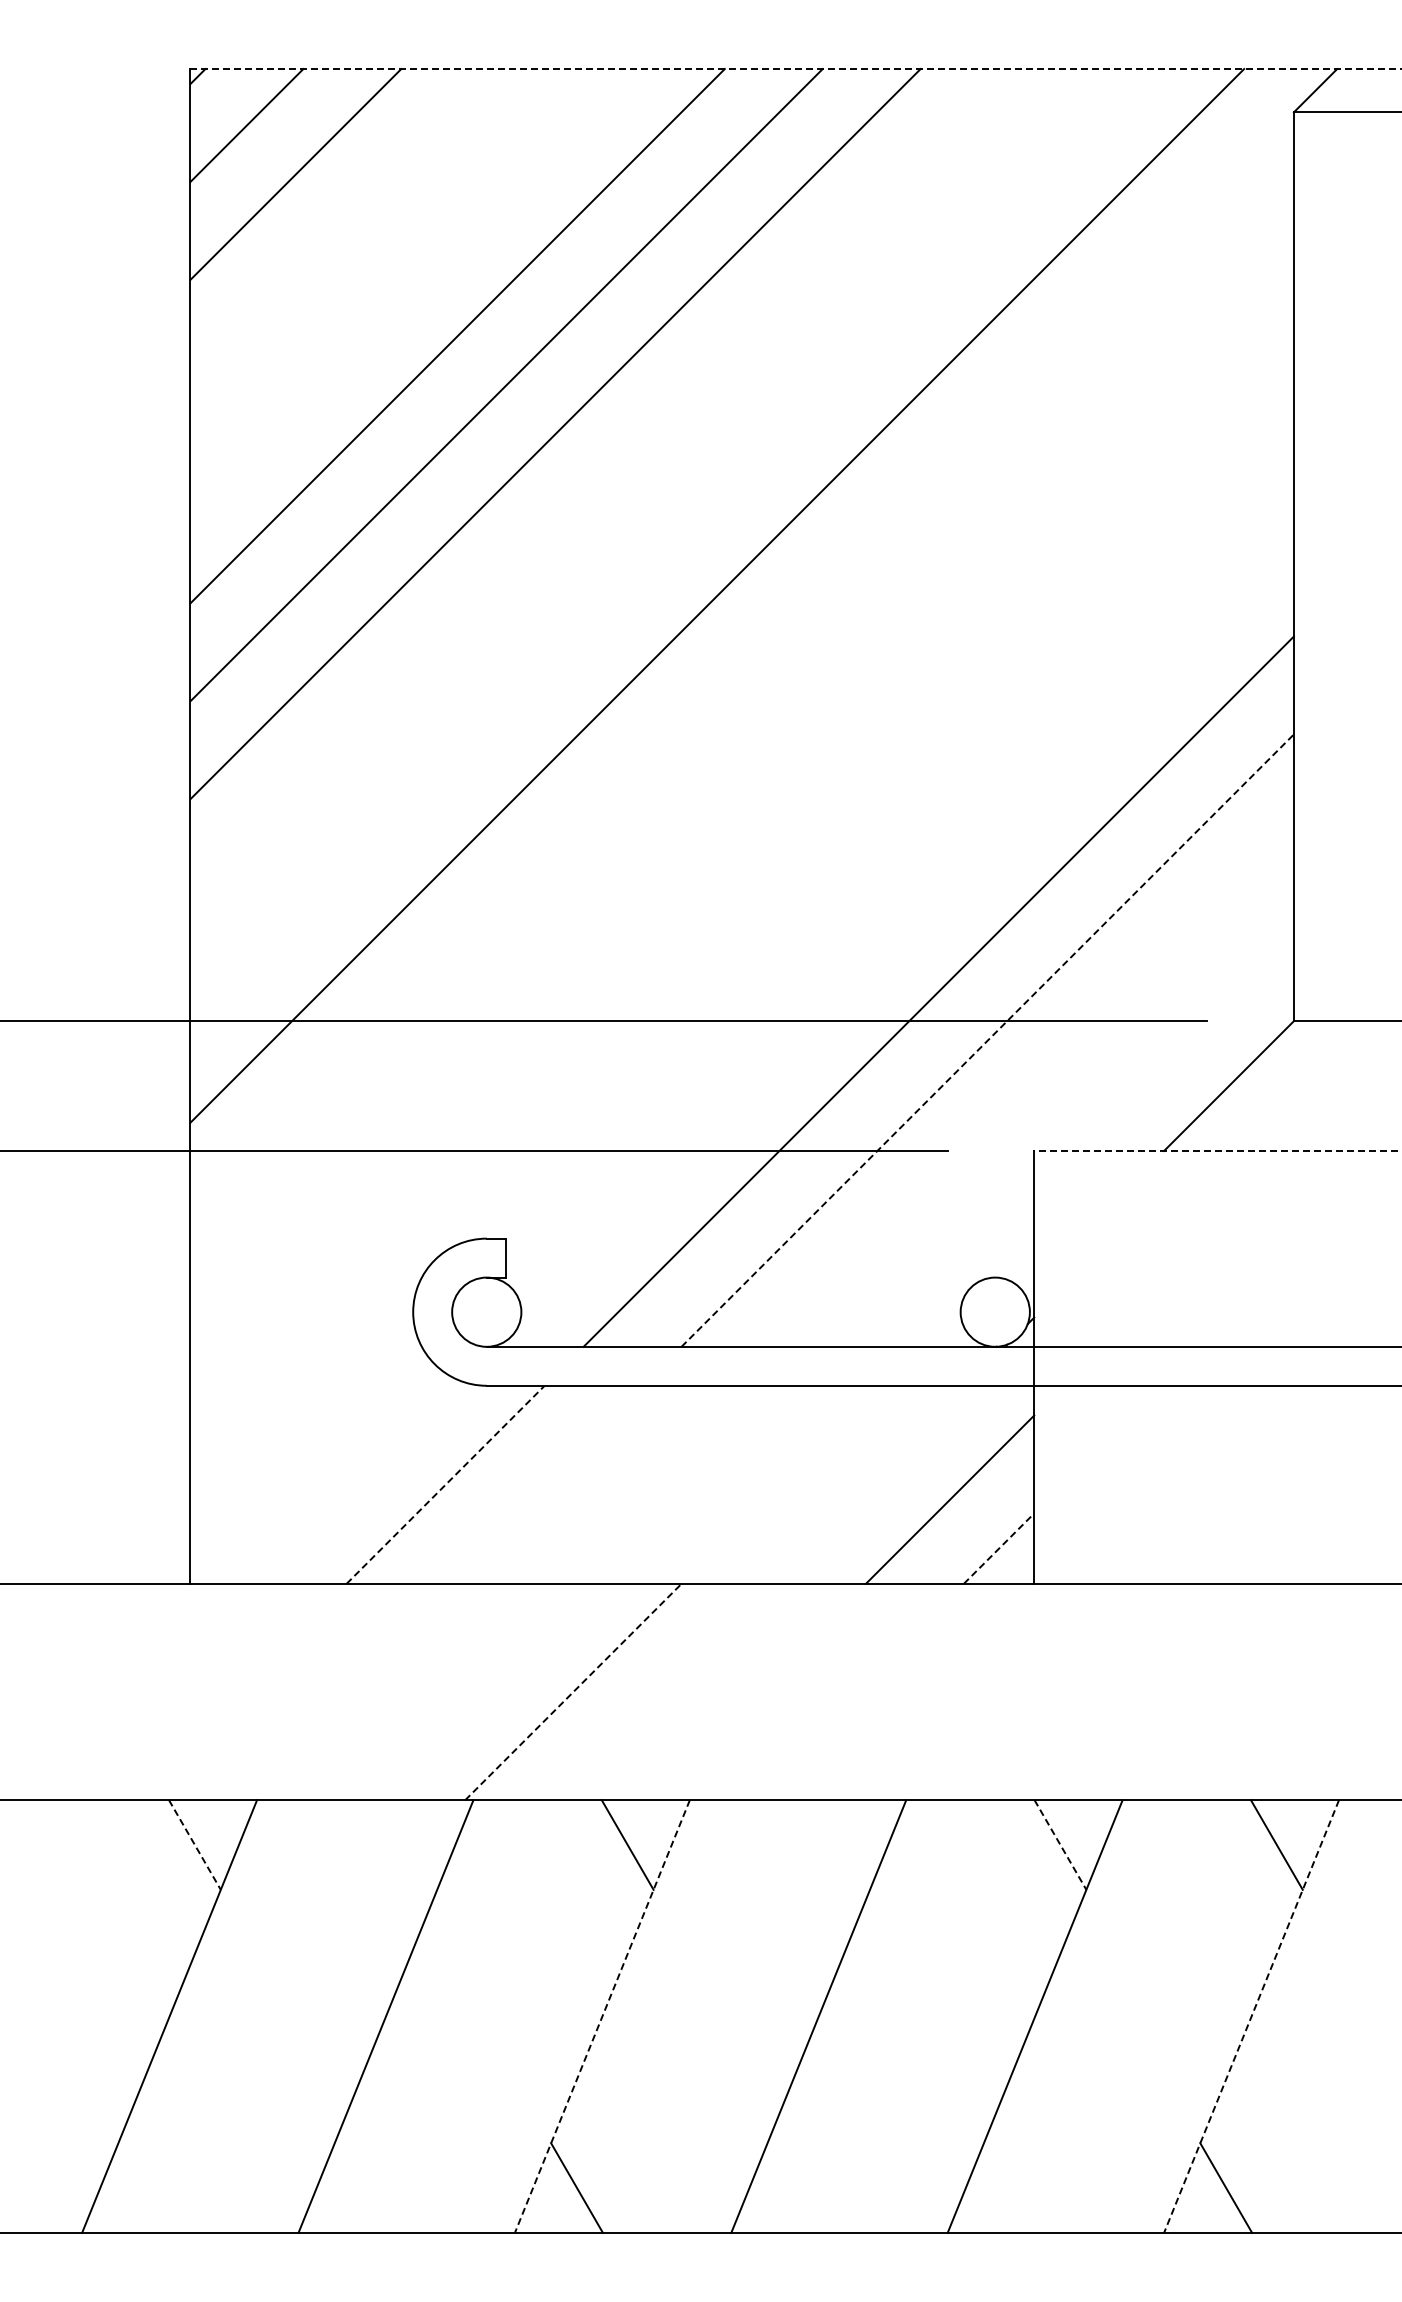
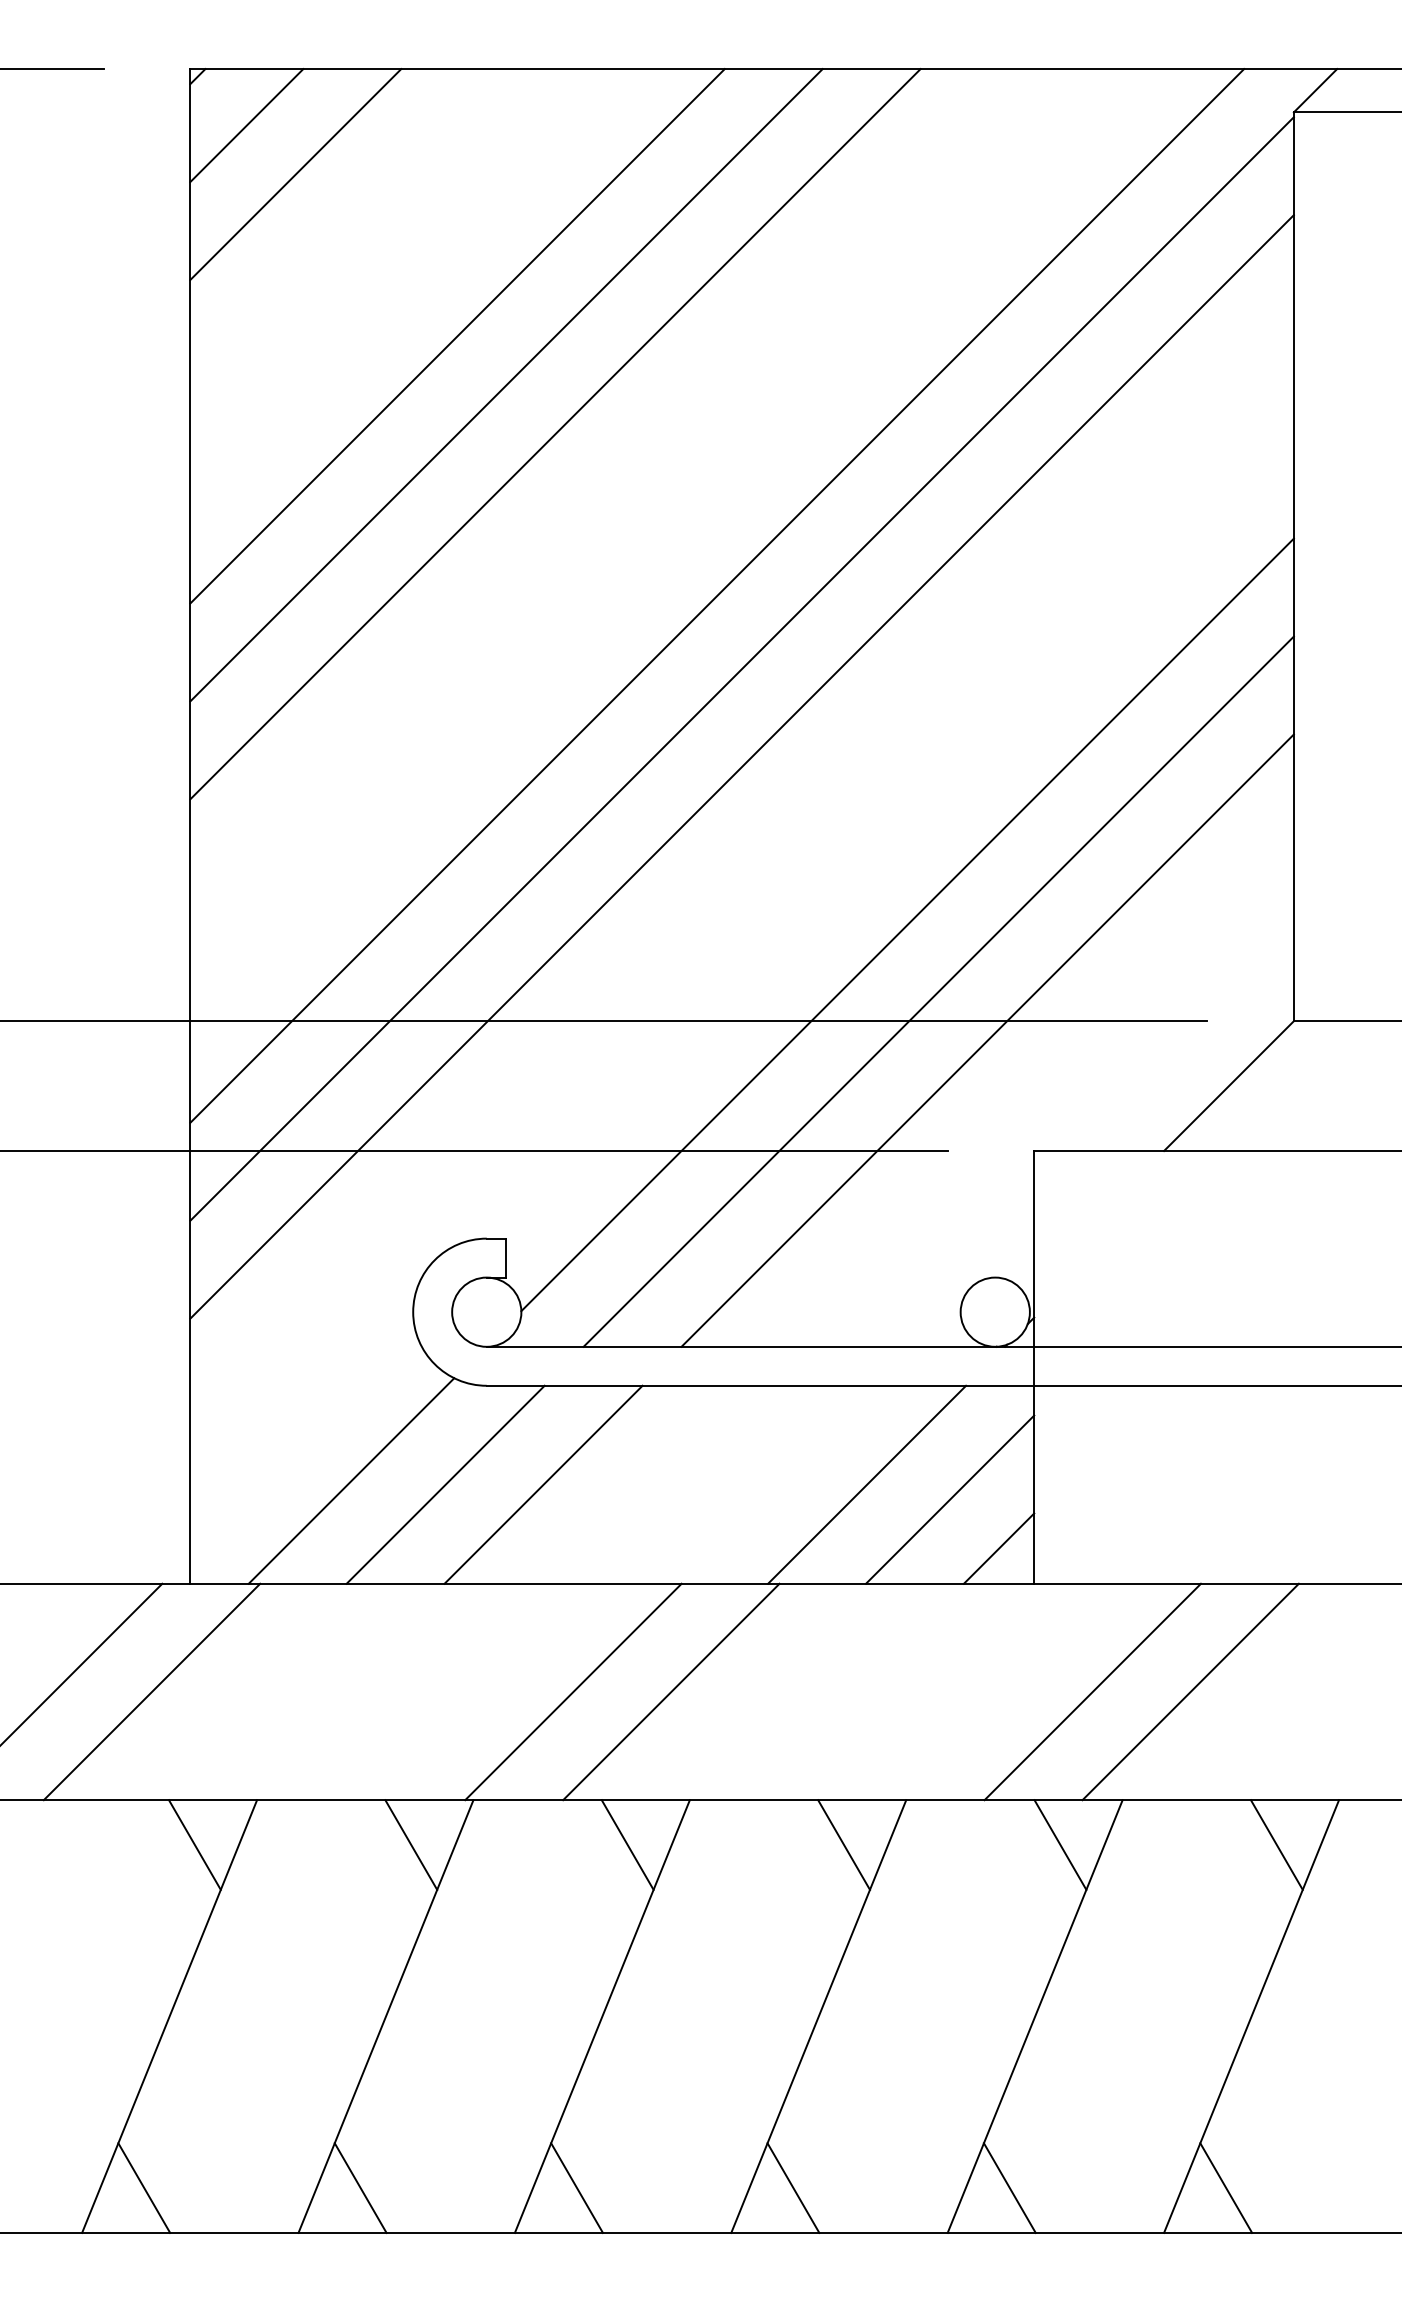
line at (52, 69): none -> present
line at (796, 69): dashed -> solid
line at (741, 668): none -> present
line at (741, 766): none -> present
line at (907, 924): none -> present
line at (988, 1040): dashed -> solid
line at (1217, 1151): dashed -> solid
line at (351, 1480): none -> present
line at (446, 1484): dashed -> solid
line at (543, 1484): none -> present
line at (867, 1484): none -> present
line at (999, 1548): dashed -> solid
line at (82, 1663): none -> present
line at (151, 1691): none -> present
line at (573, 1691): dashed -> solid
line at (671, 1691): none -> present
line at (1092, 1691): none -> present
line at (1190, 1691): none -> present
line at (411, 1844): none -> present
line at (844, 1844): none -> present
line at (194, 1845): dashed -> solid
line at (1060, 1845): dashed -> solid
line at (602, 2017): dashed -> solid
line at (1251, 2017): dashed -> solid
line at (144, 2187): none -> present
line at (360, 2187): none -> present
line at (793, 2187): none -> present
line at (1009, 2187): none -> present
